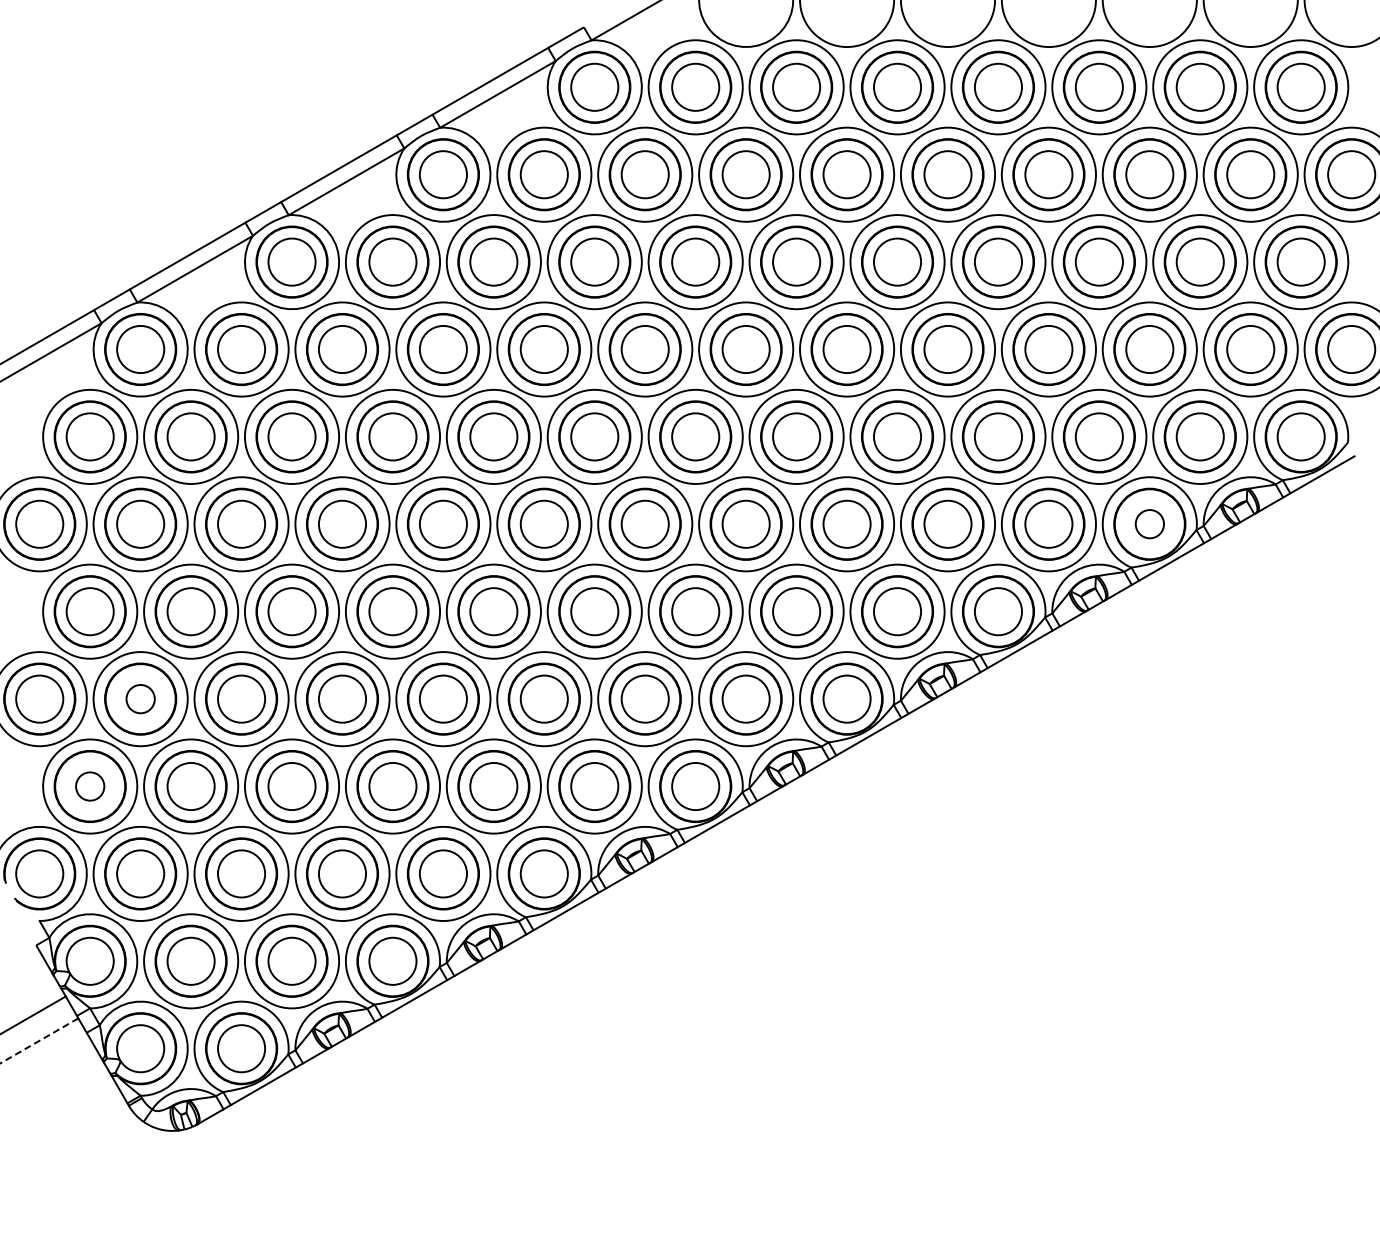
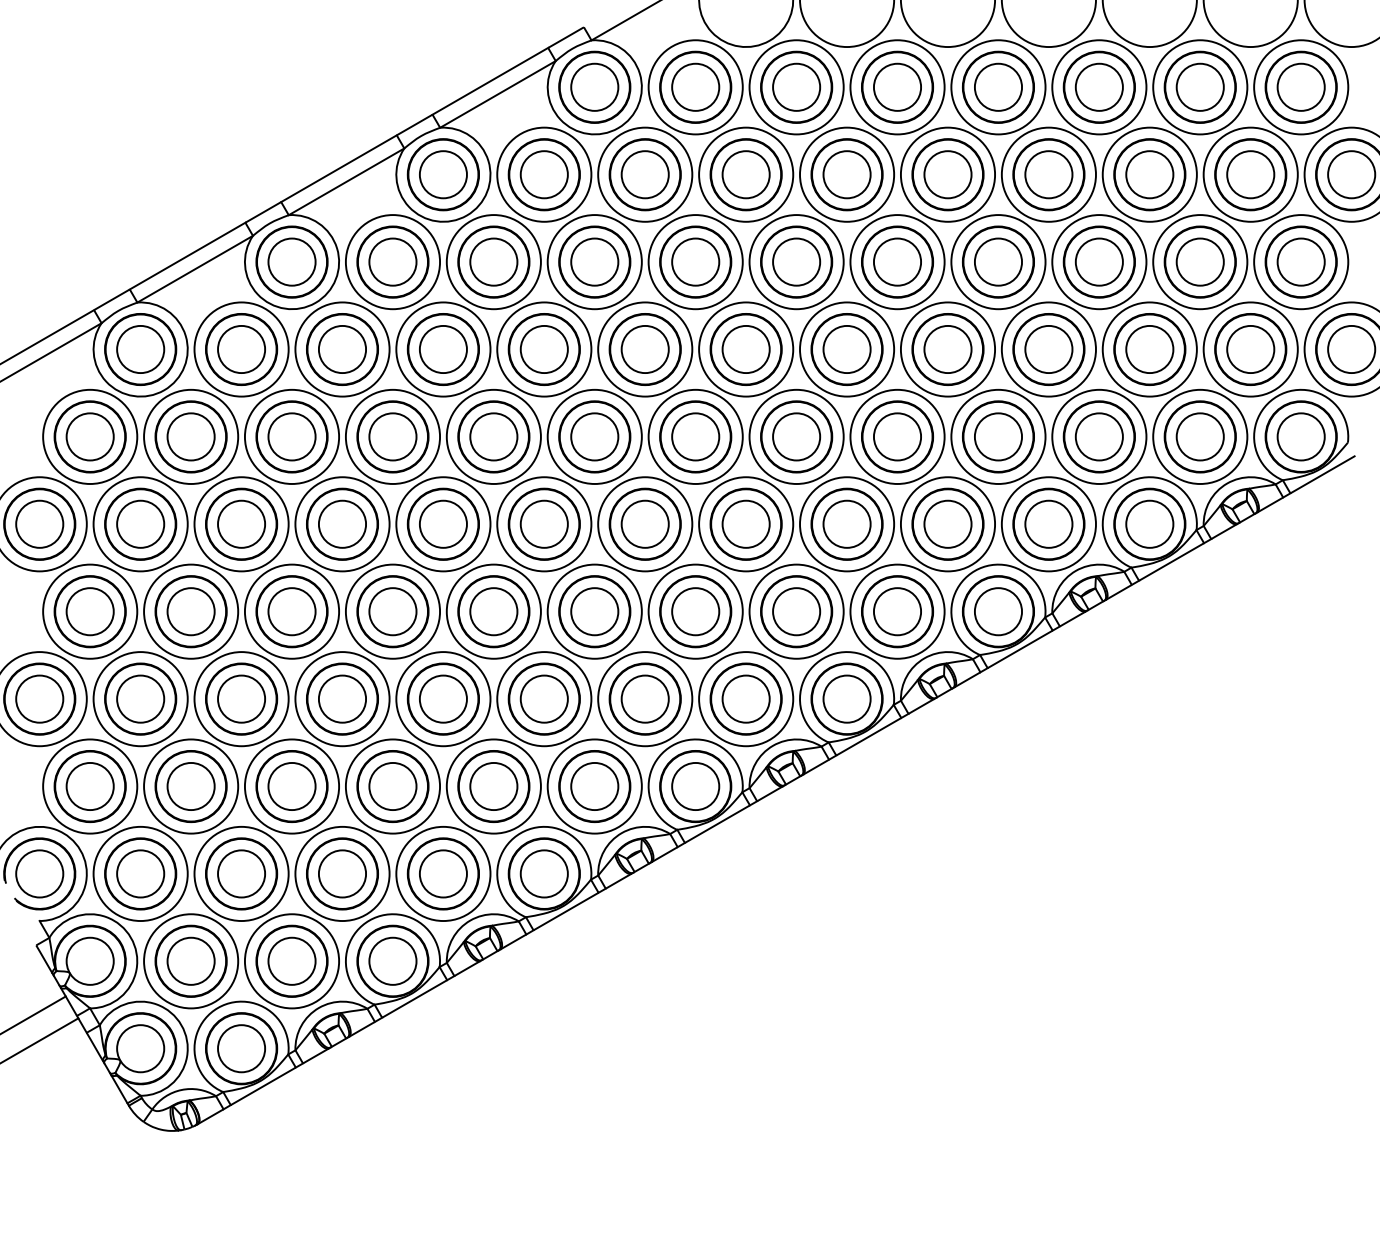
circle at (1149, 524) size: 31x31 px -> 50x50 px
circle at (140, 699) diameter: 28 px -> 47 px
circle at (90, 786) diameter: 28 px -> 47 px
line at (39, 1040): dashed -> solid
